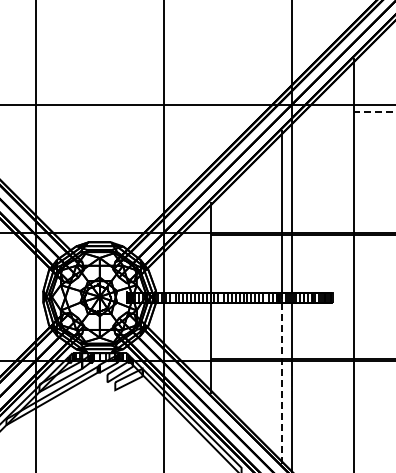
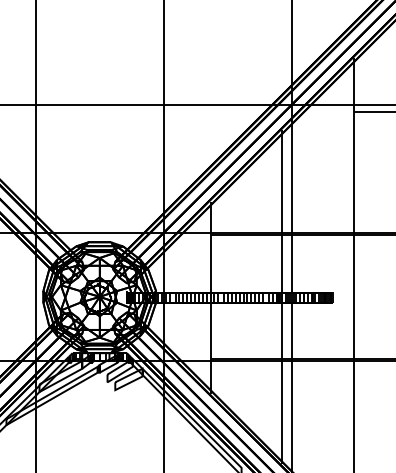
line at (374, 112): dashed -> solid
line at (282, 380): dashed -> solid
